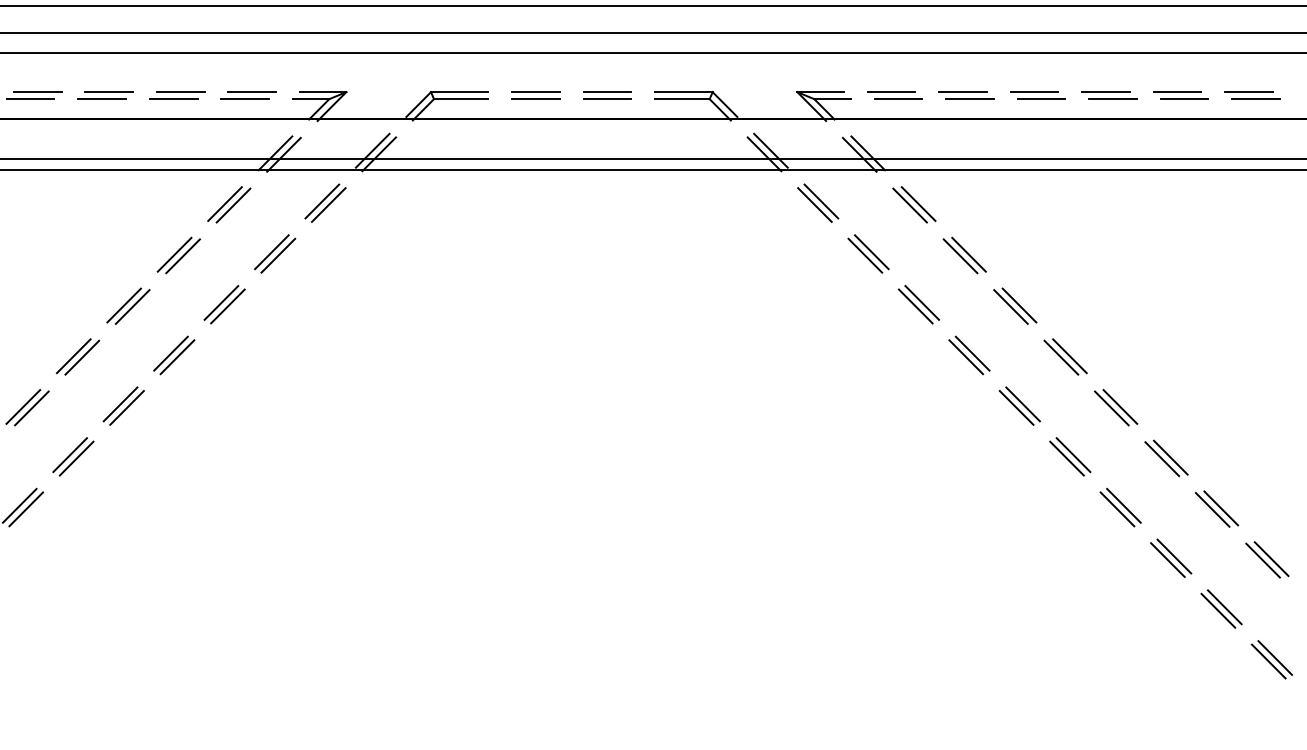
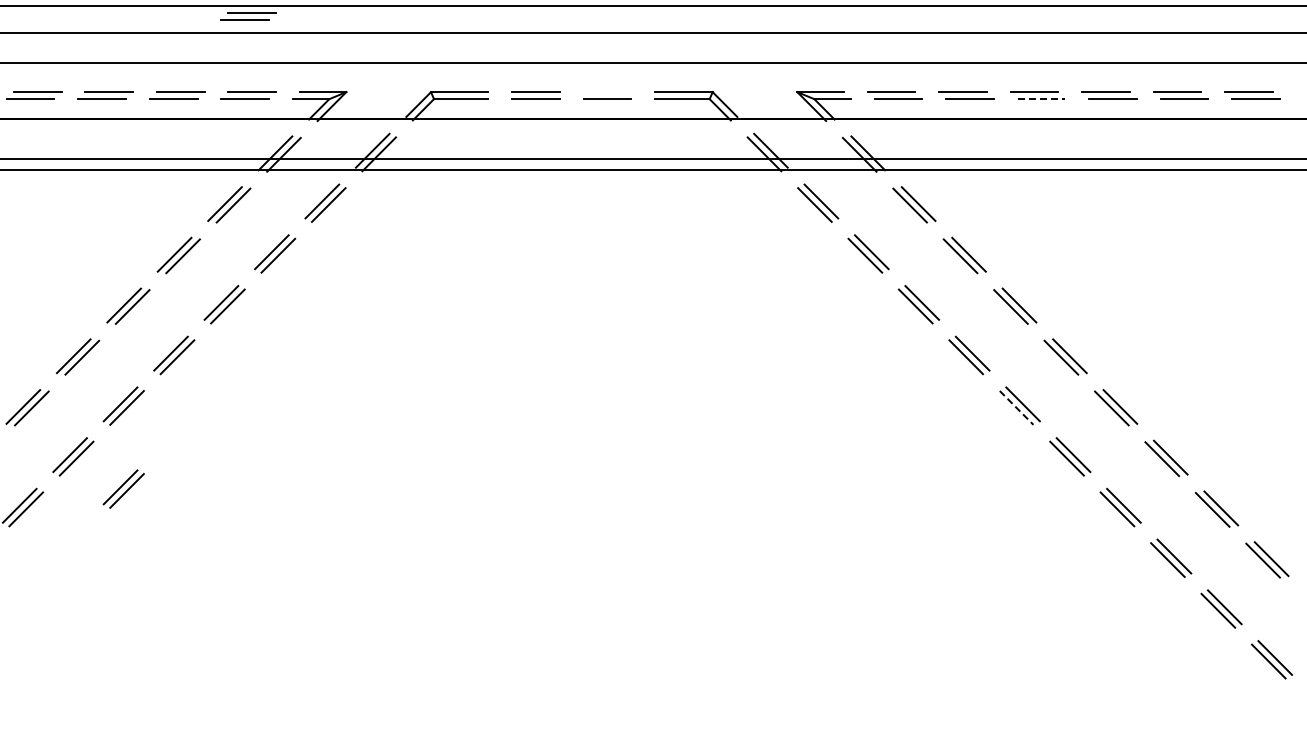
part at (248, 16): none -> present
line at (652, 52) position: (652, 52) -> (652, 62)
line at (607, 92): present -> none
line at (1041, 99): solid -> dashed
line at (1016, 407): solid -> dashed
part at (123, 488): none -> present
